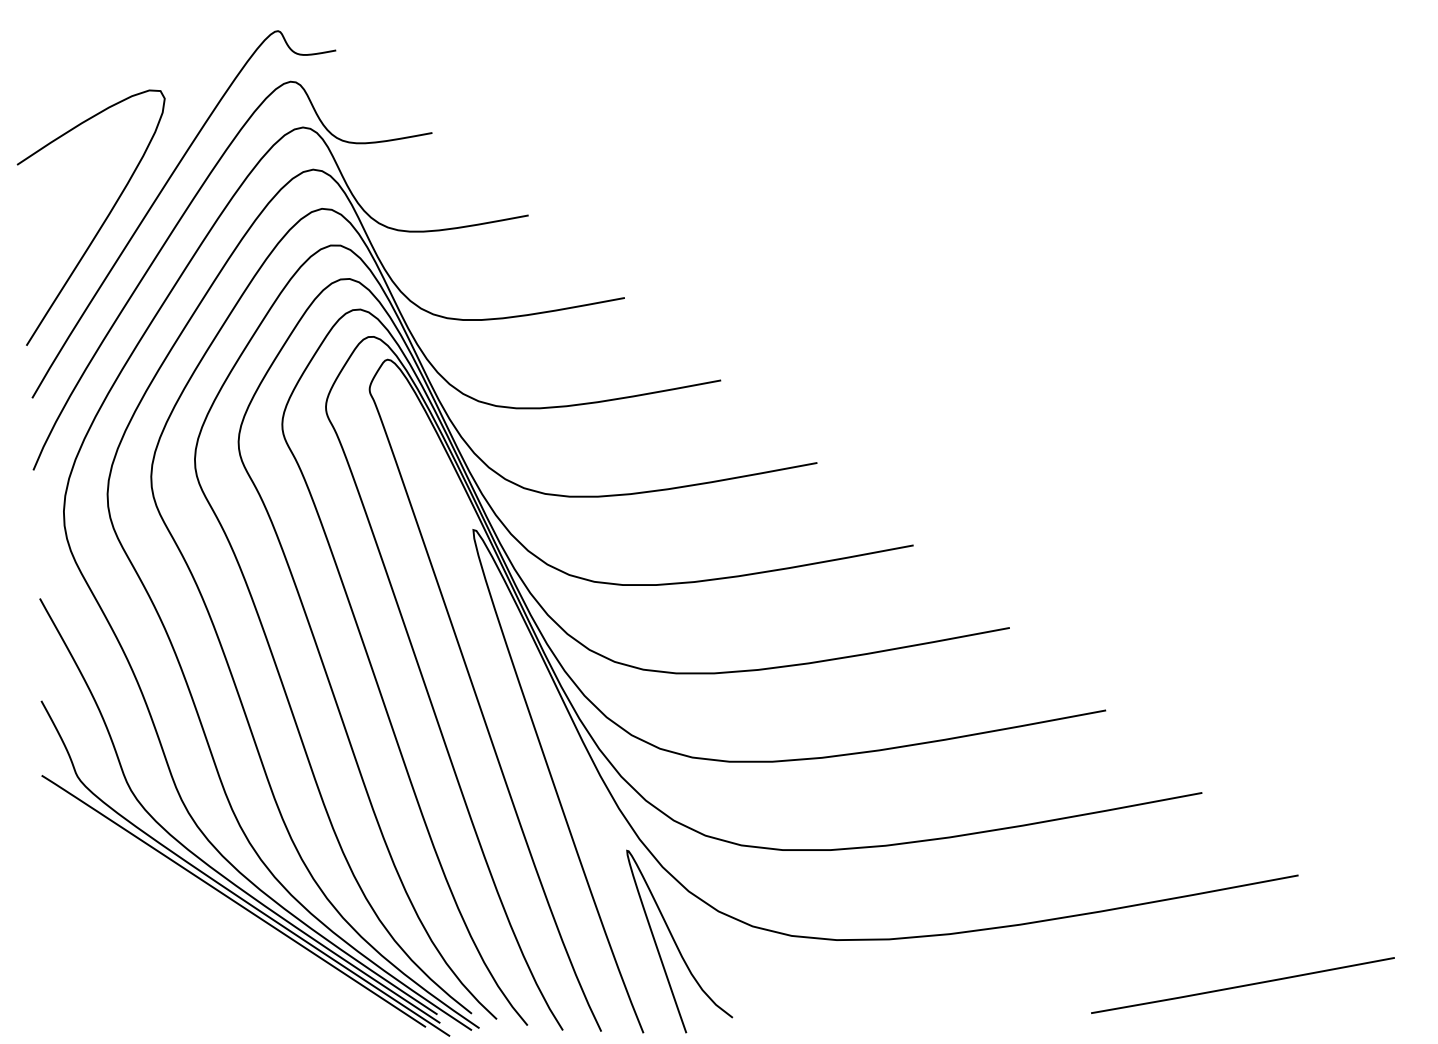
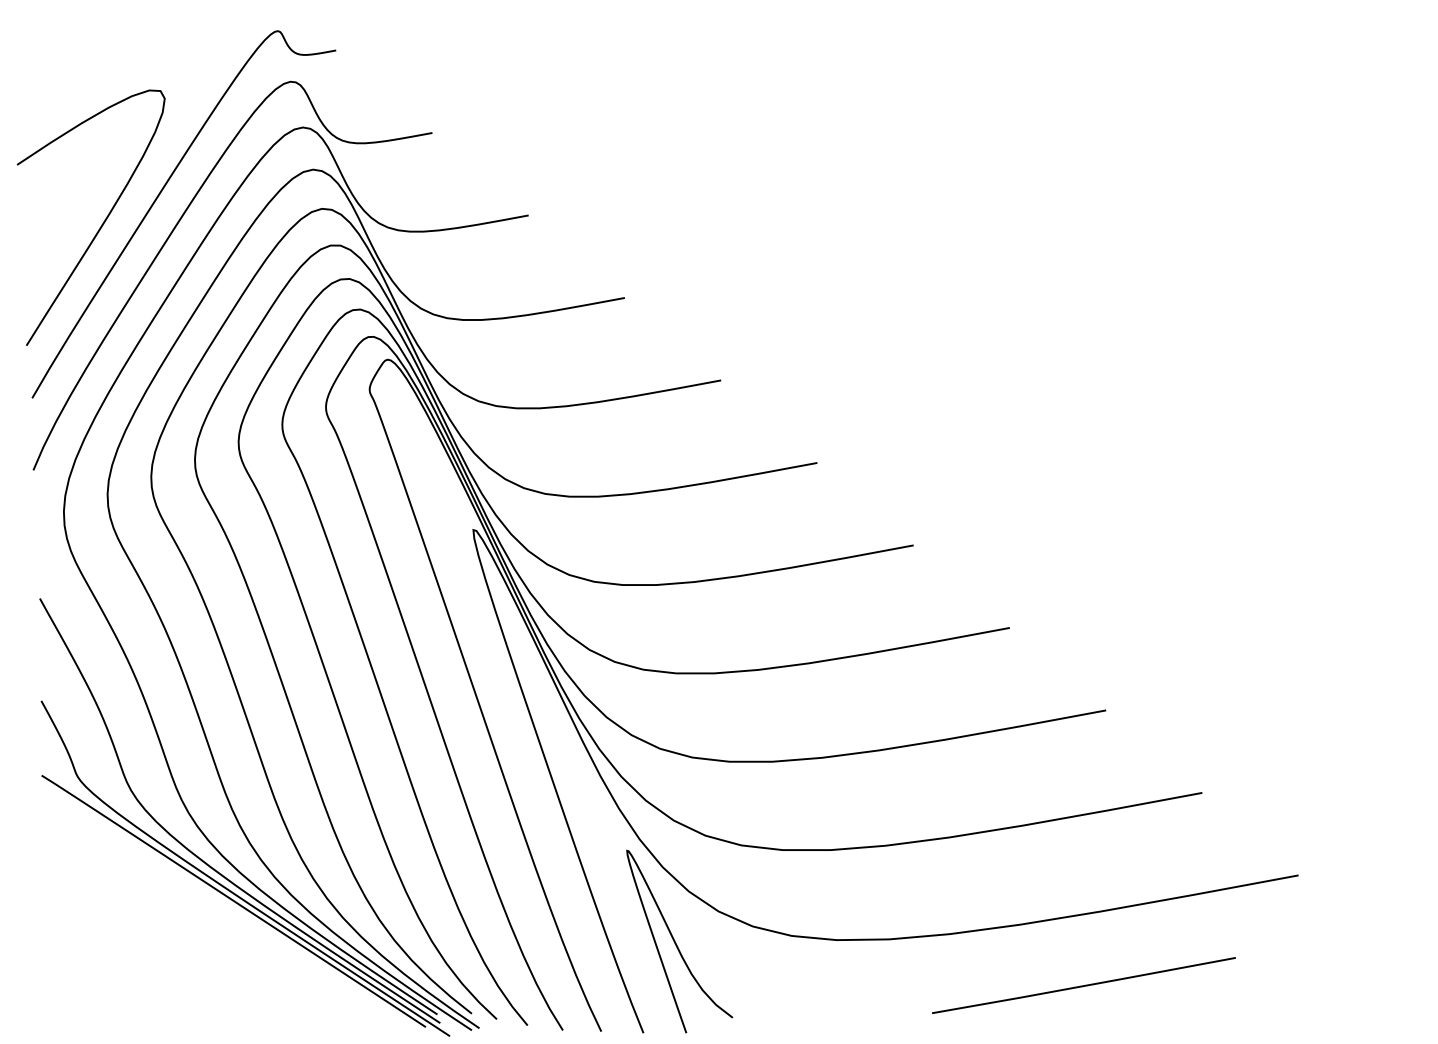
line at (1242, 985) position: (1242, 985) -> (1083, 985)
